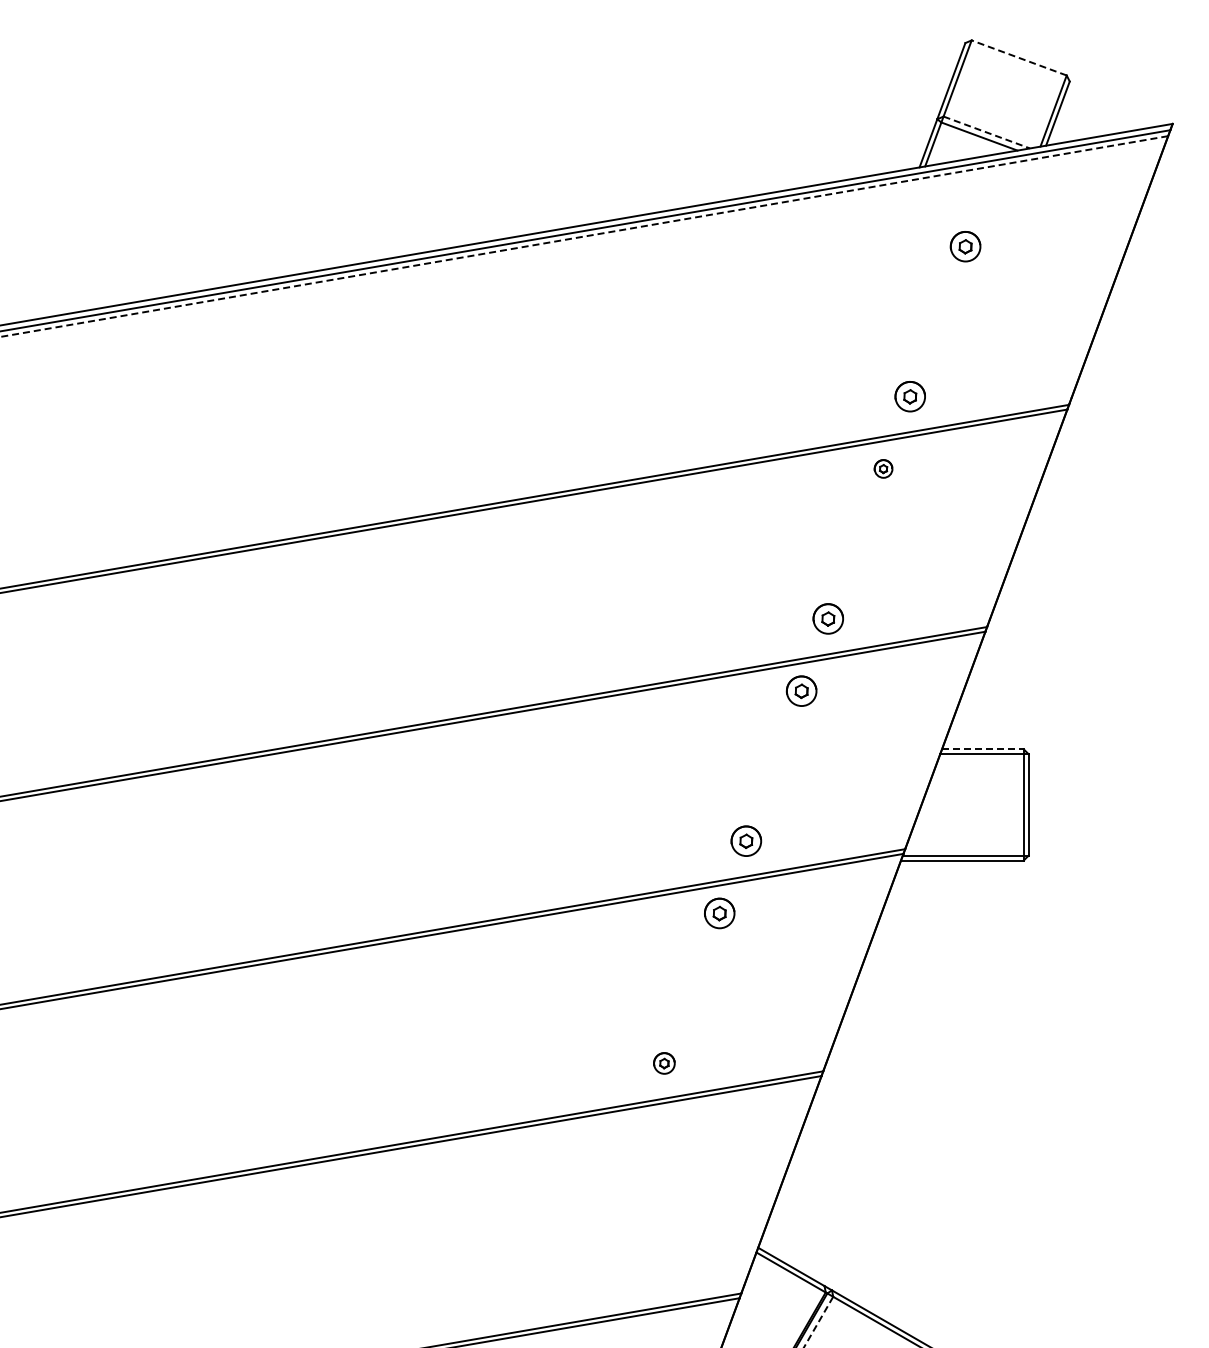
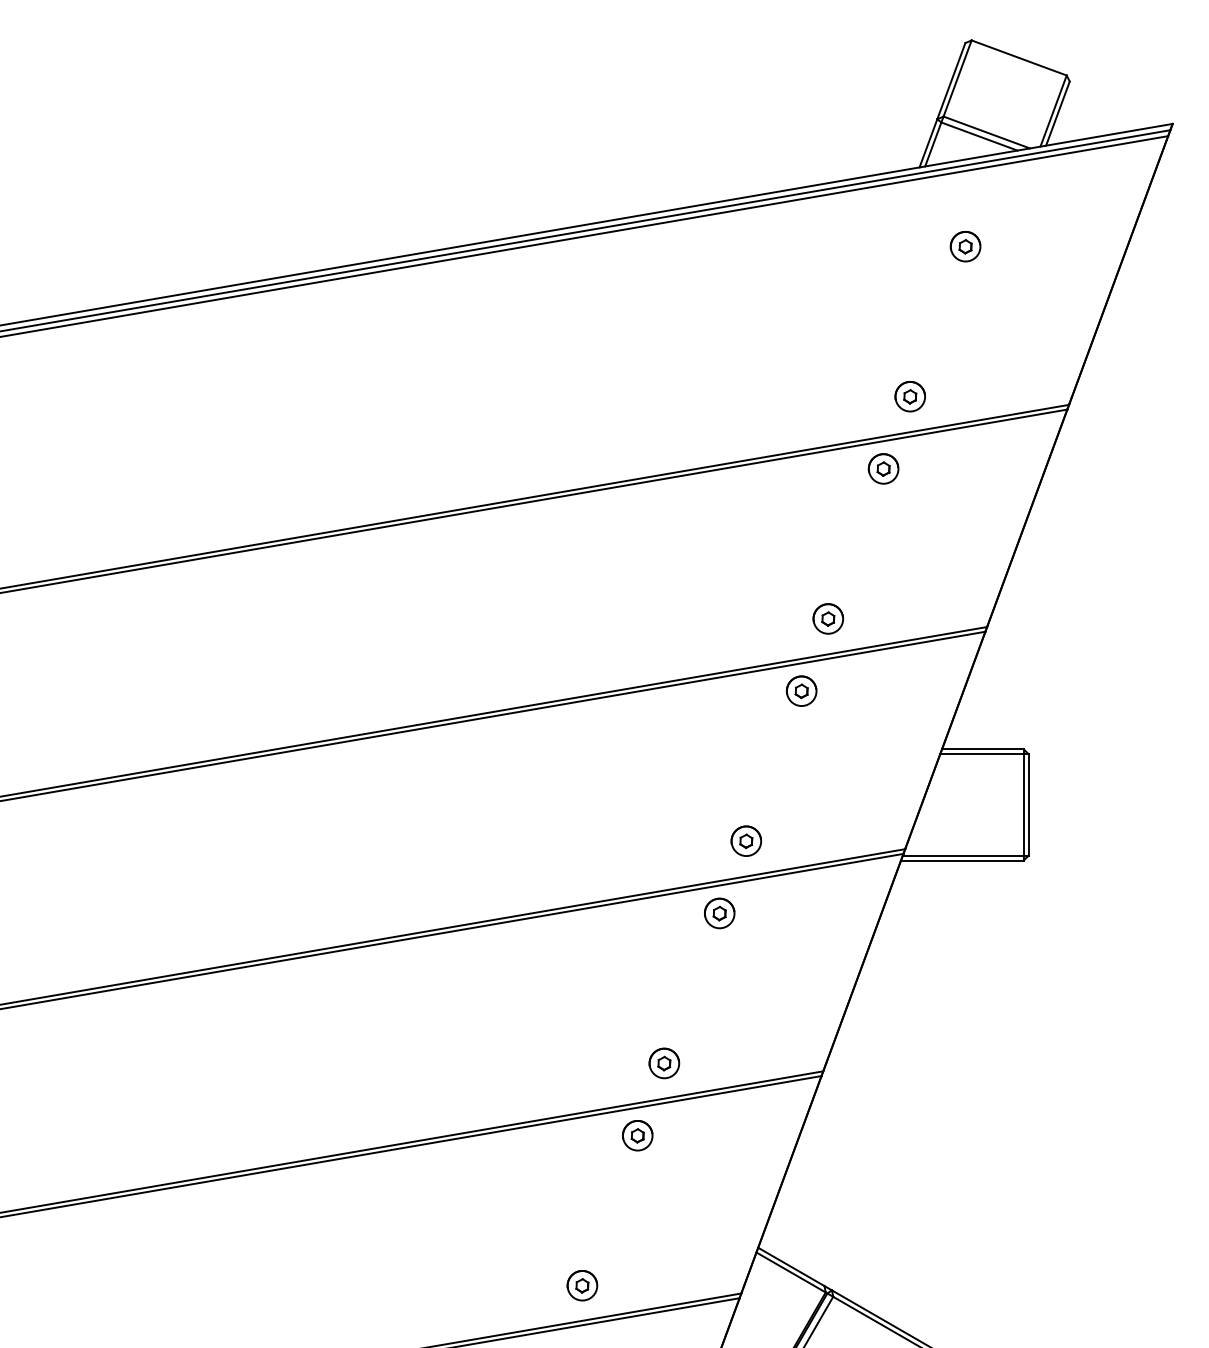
line at (1019, 57): dashed -> solid
line at (987, 132): dashed -> solid
line at (583, 236): dashed -> solid
part at (883, 468) size: 21x20 px -> 33x32 px
line at (982, 749): dashed -> solid
part at (664, 1063) size: 23x23 px -> 33x33 px
part at (637, 1135): none -> present
part at (582, 1285): none -> present
line at (818, 1322): dashed -> solid
